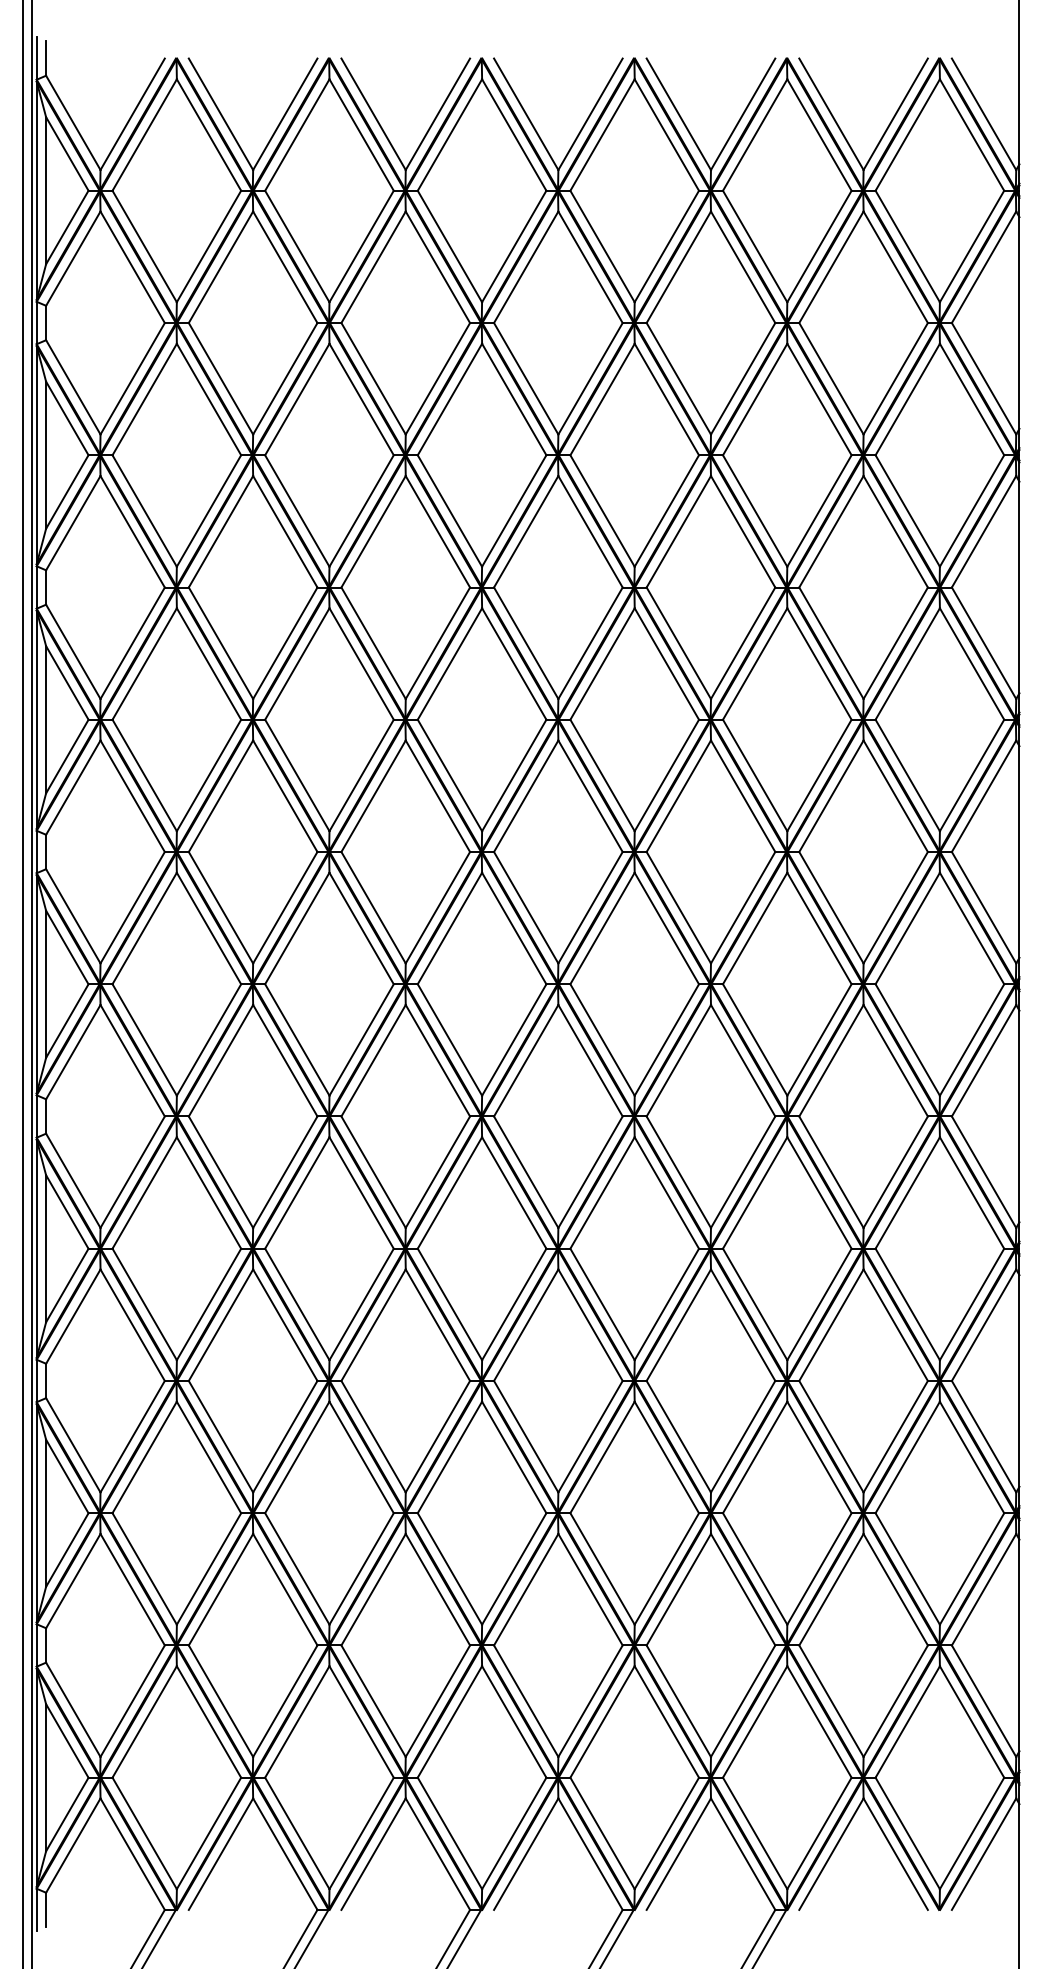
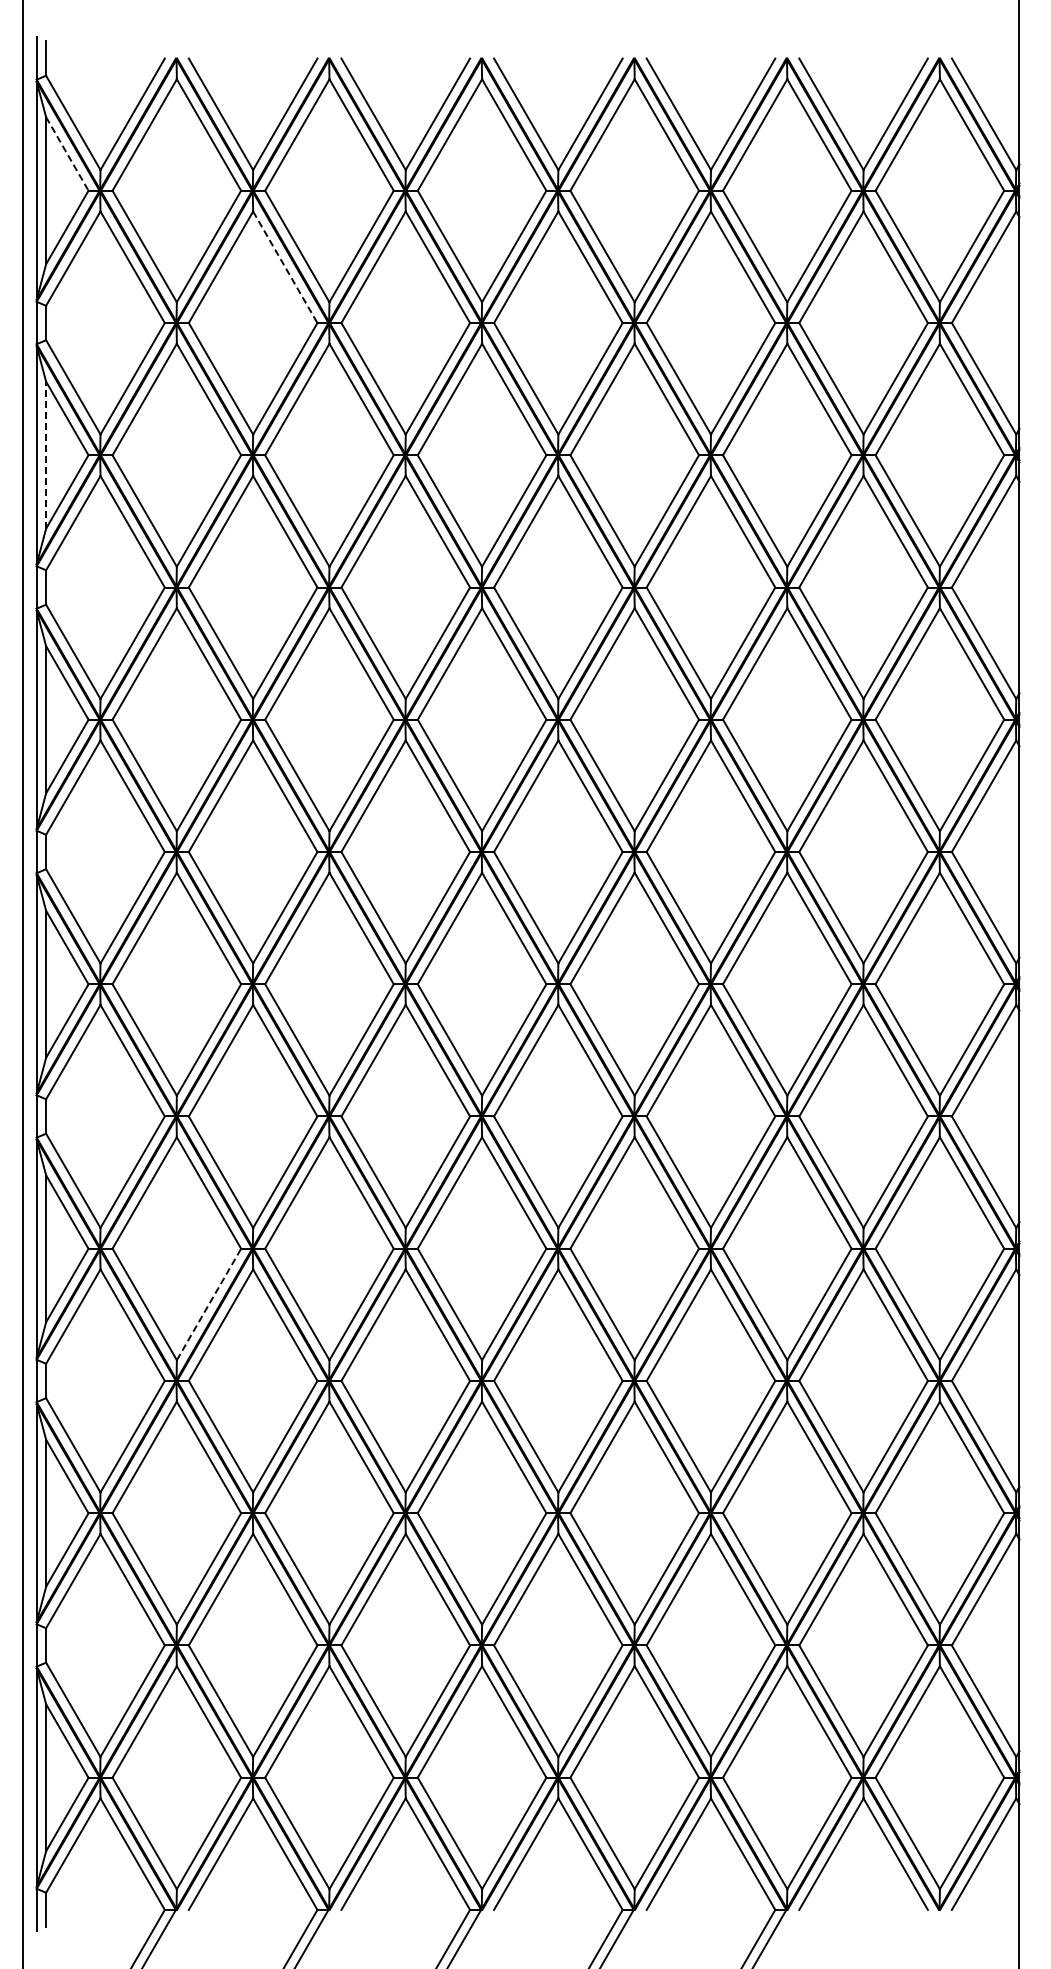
line at (67, 154): solid -> dashed
line at (285, 267): solid -> dashed
line at (46, 455): solid -> dashed
line at (31, 983): present -> none
line at (209, 1304): solid -> dashed
